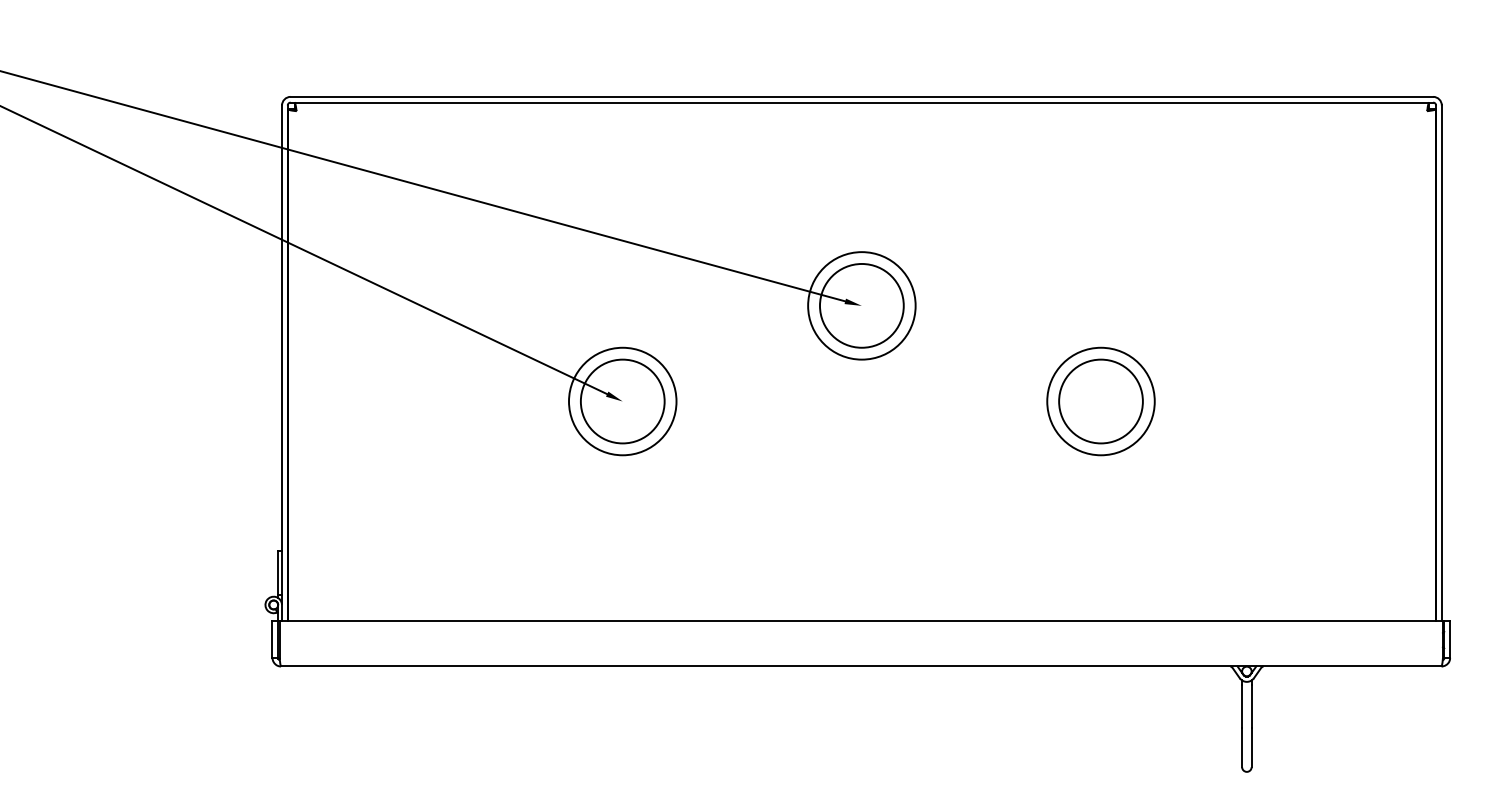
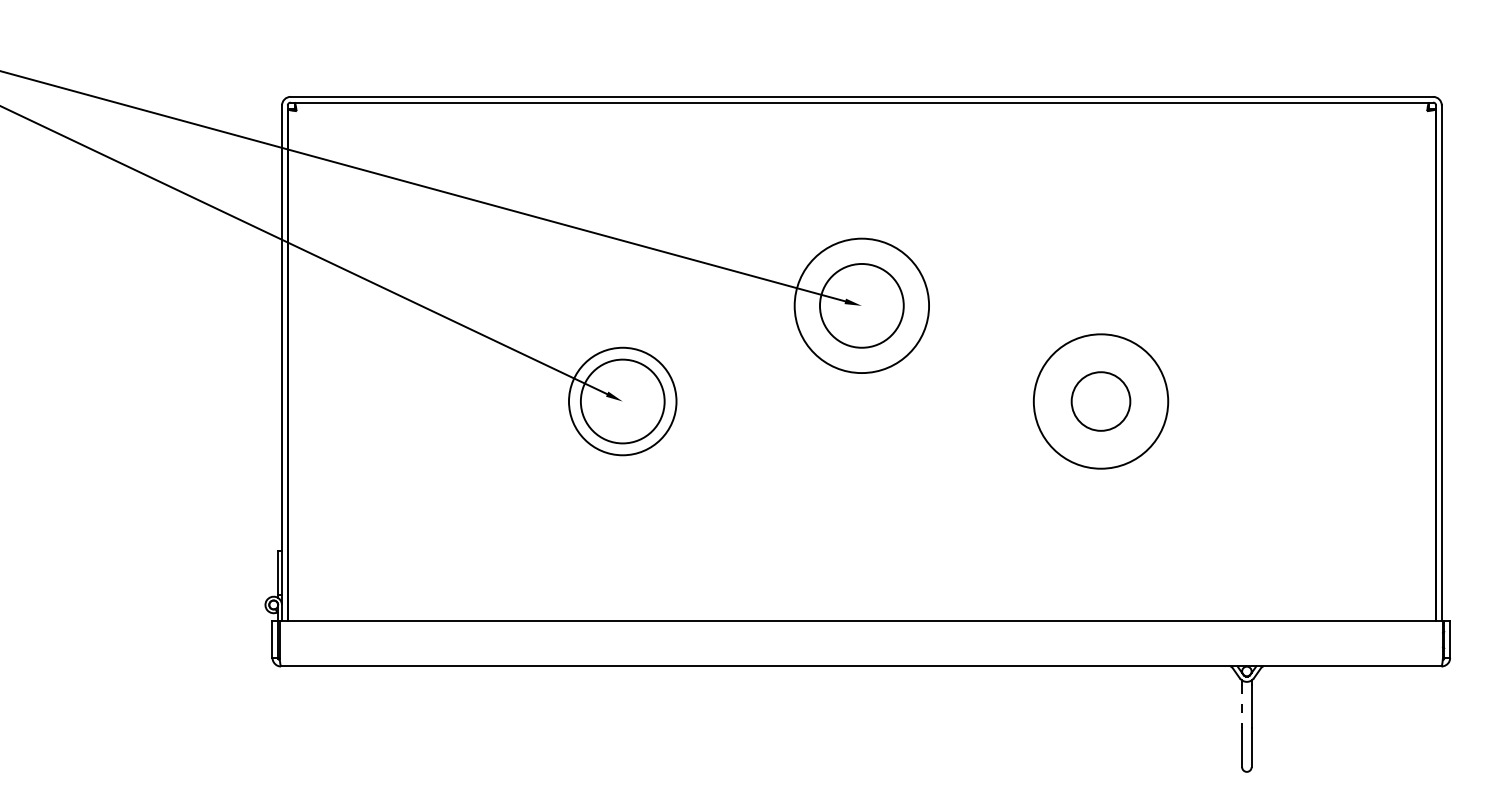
circle at (861, 305) diameter: 108 px -> 134 px
circle at (1100, 401) diameter: 108 px -> 134 px
circle at (1100, 401) diameter: 84 px -> 59 px
line at (1242, 706): solid -> dashed
